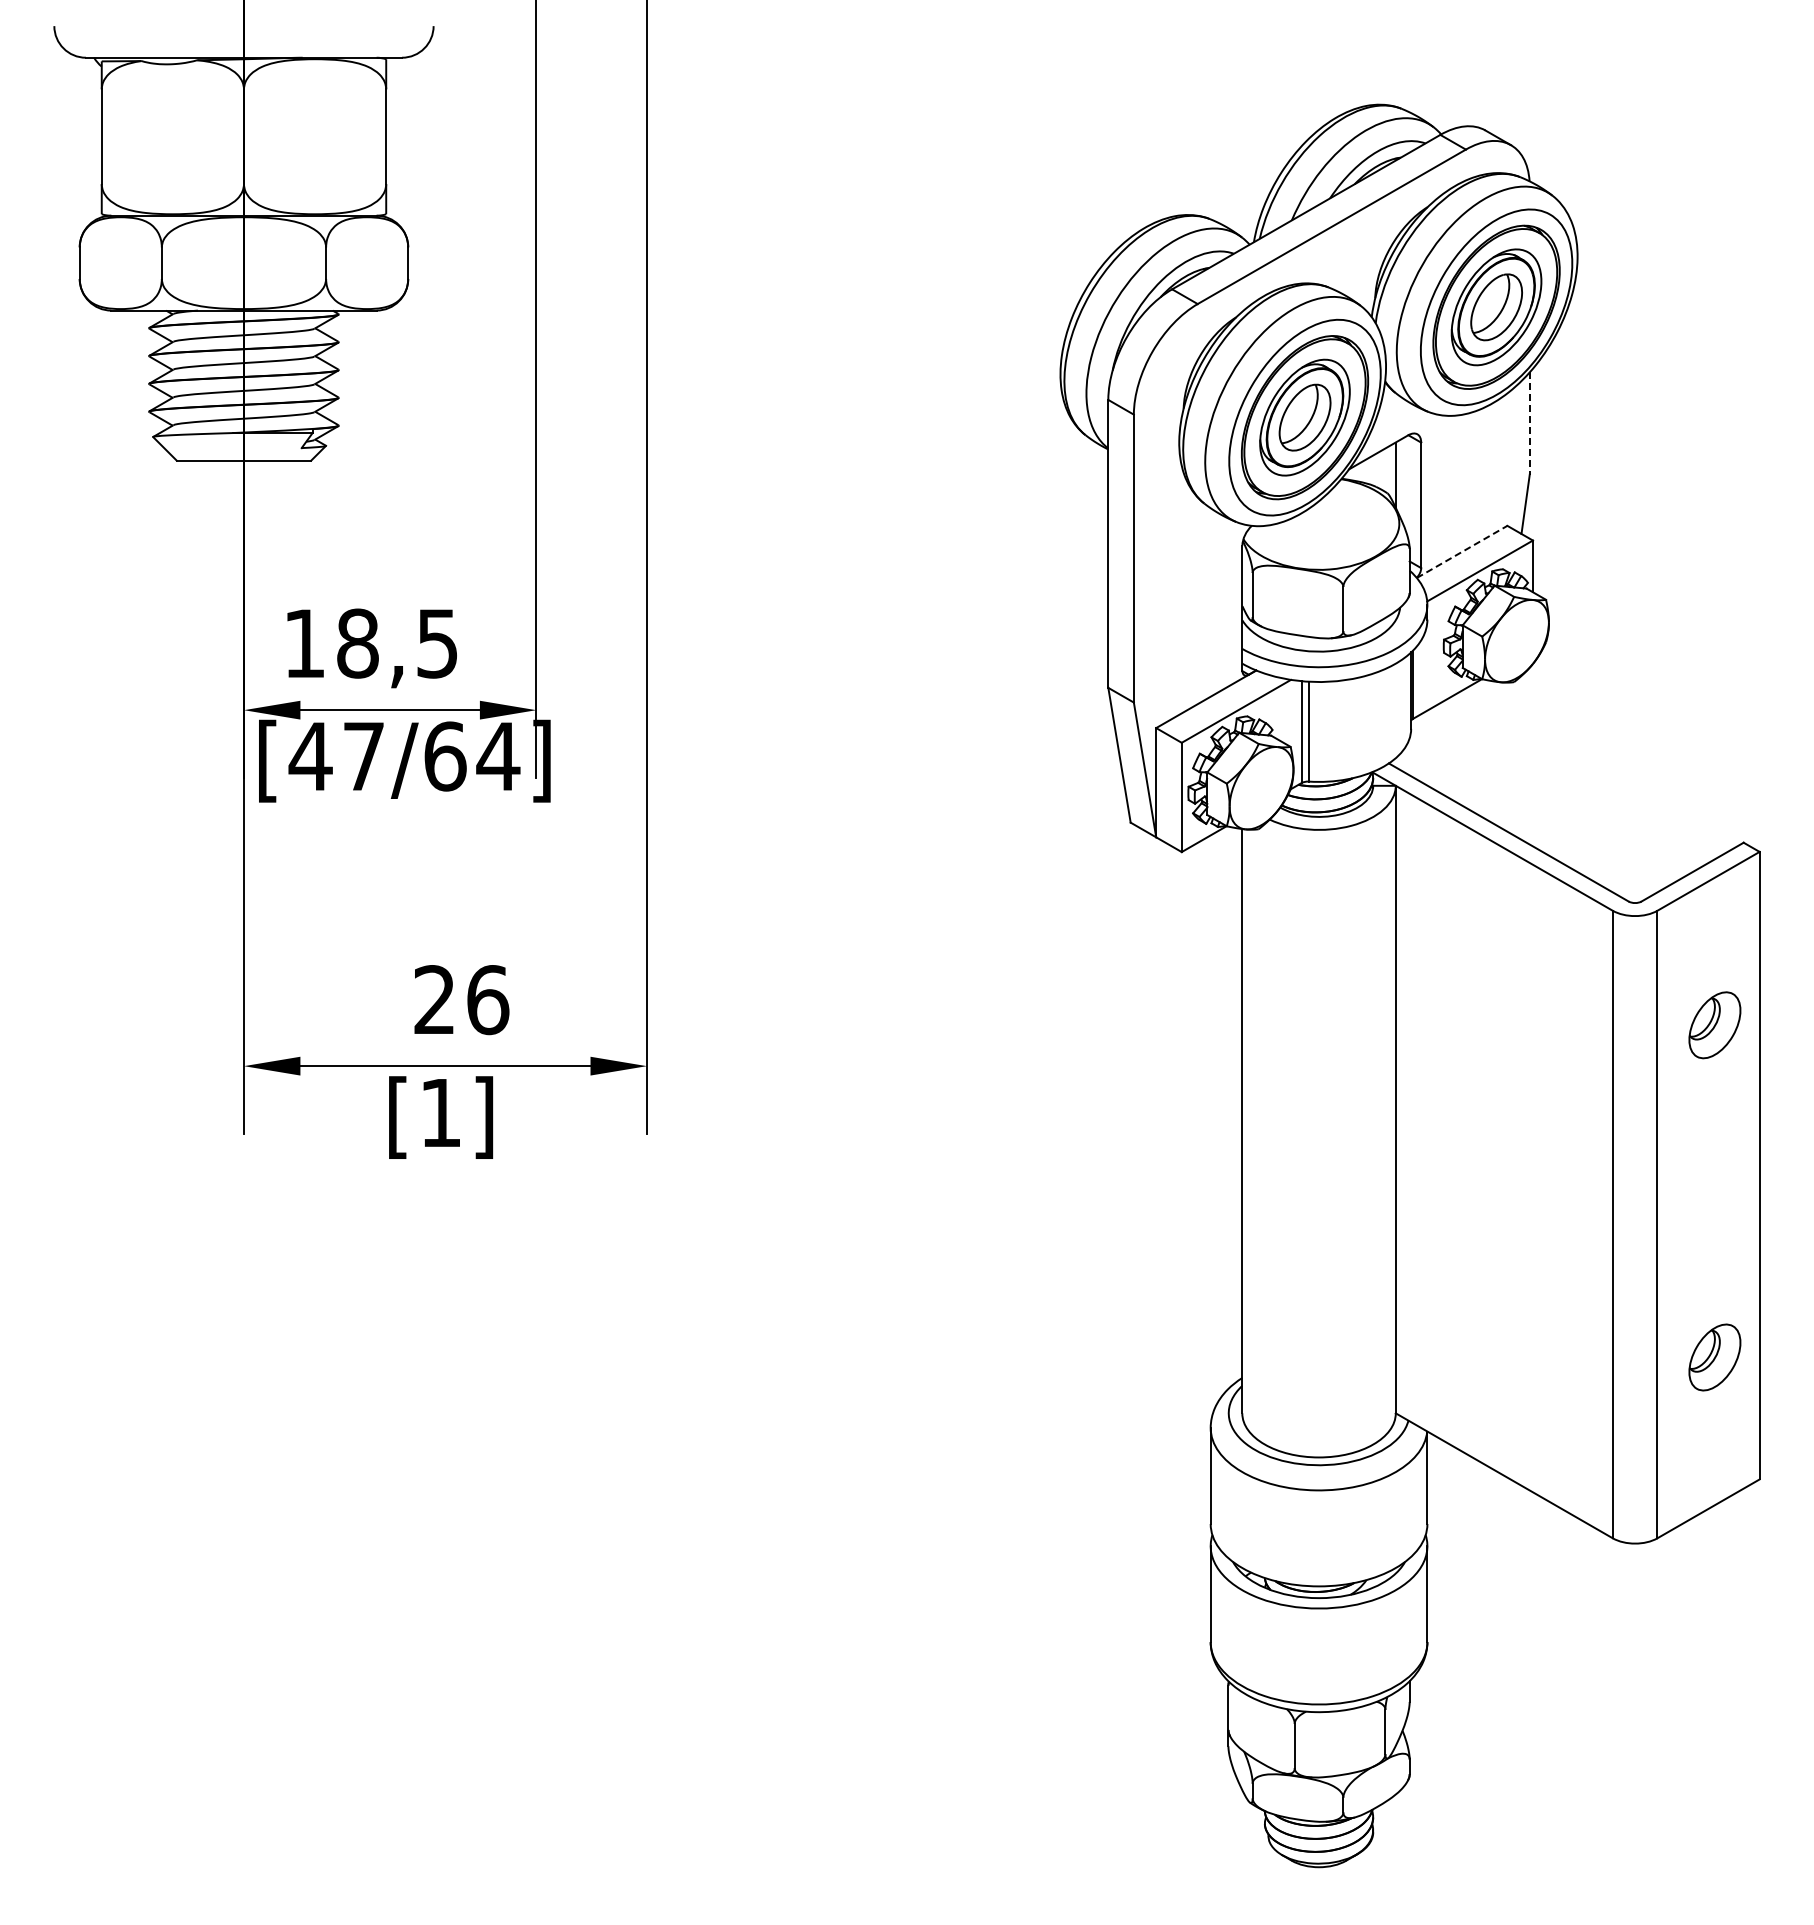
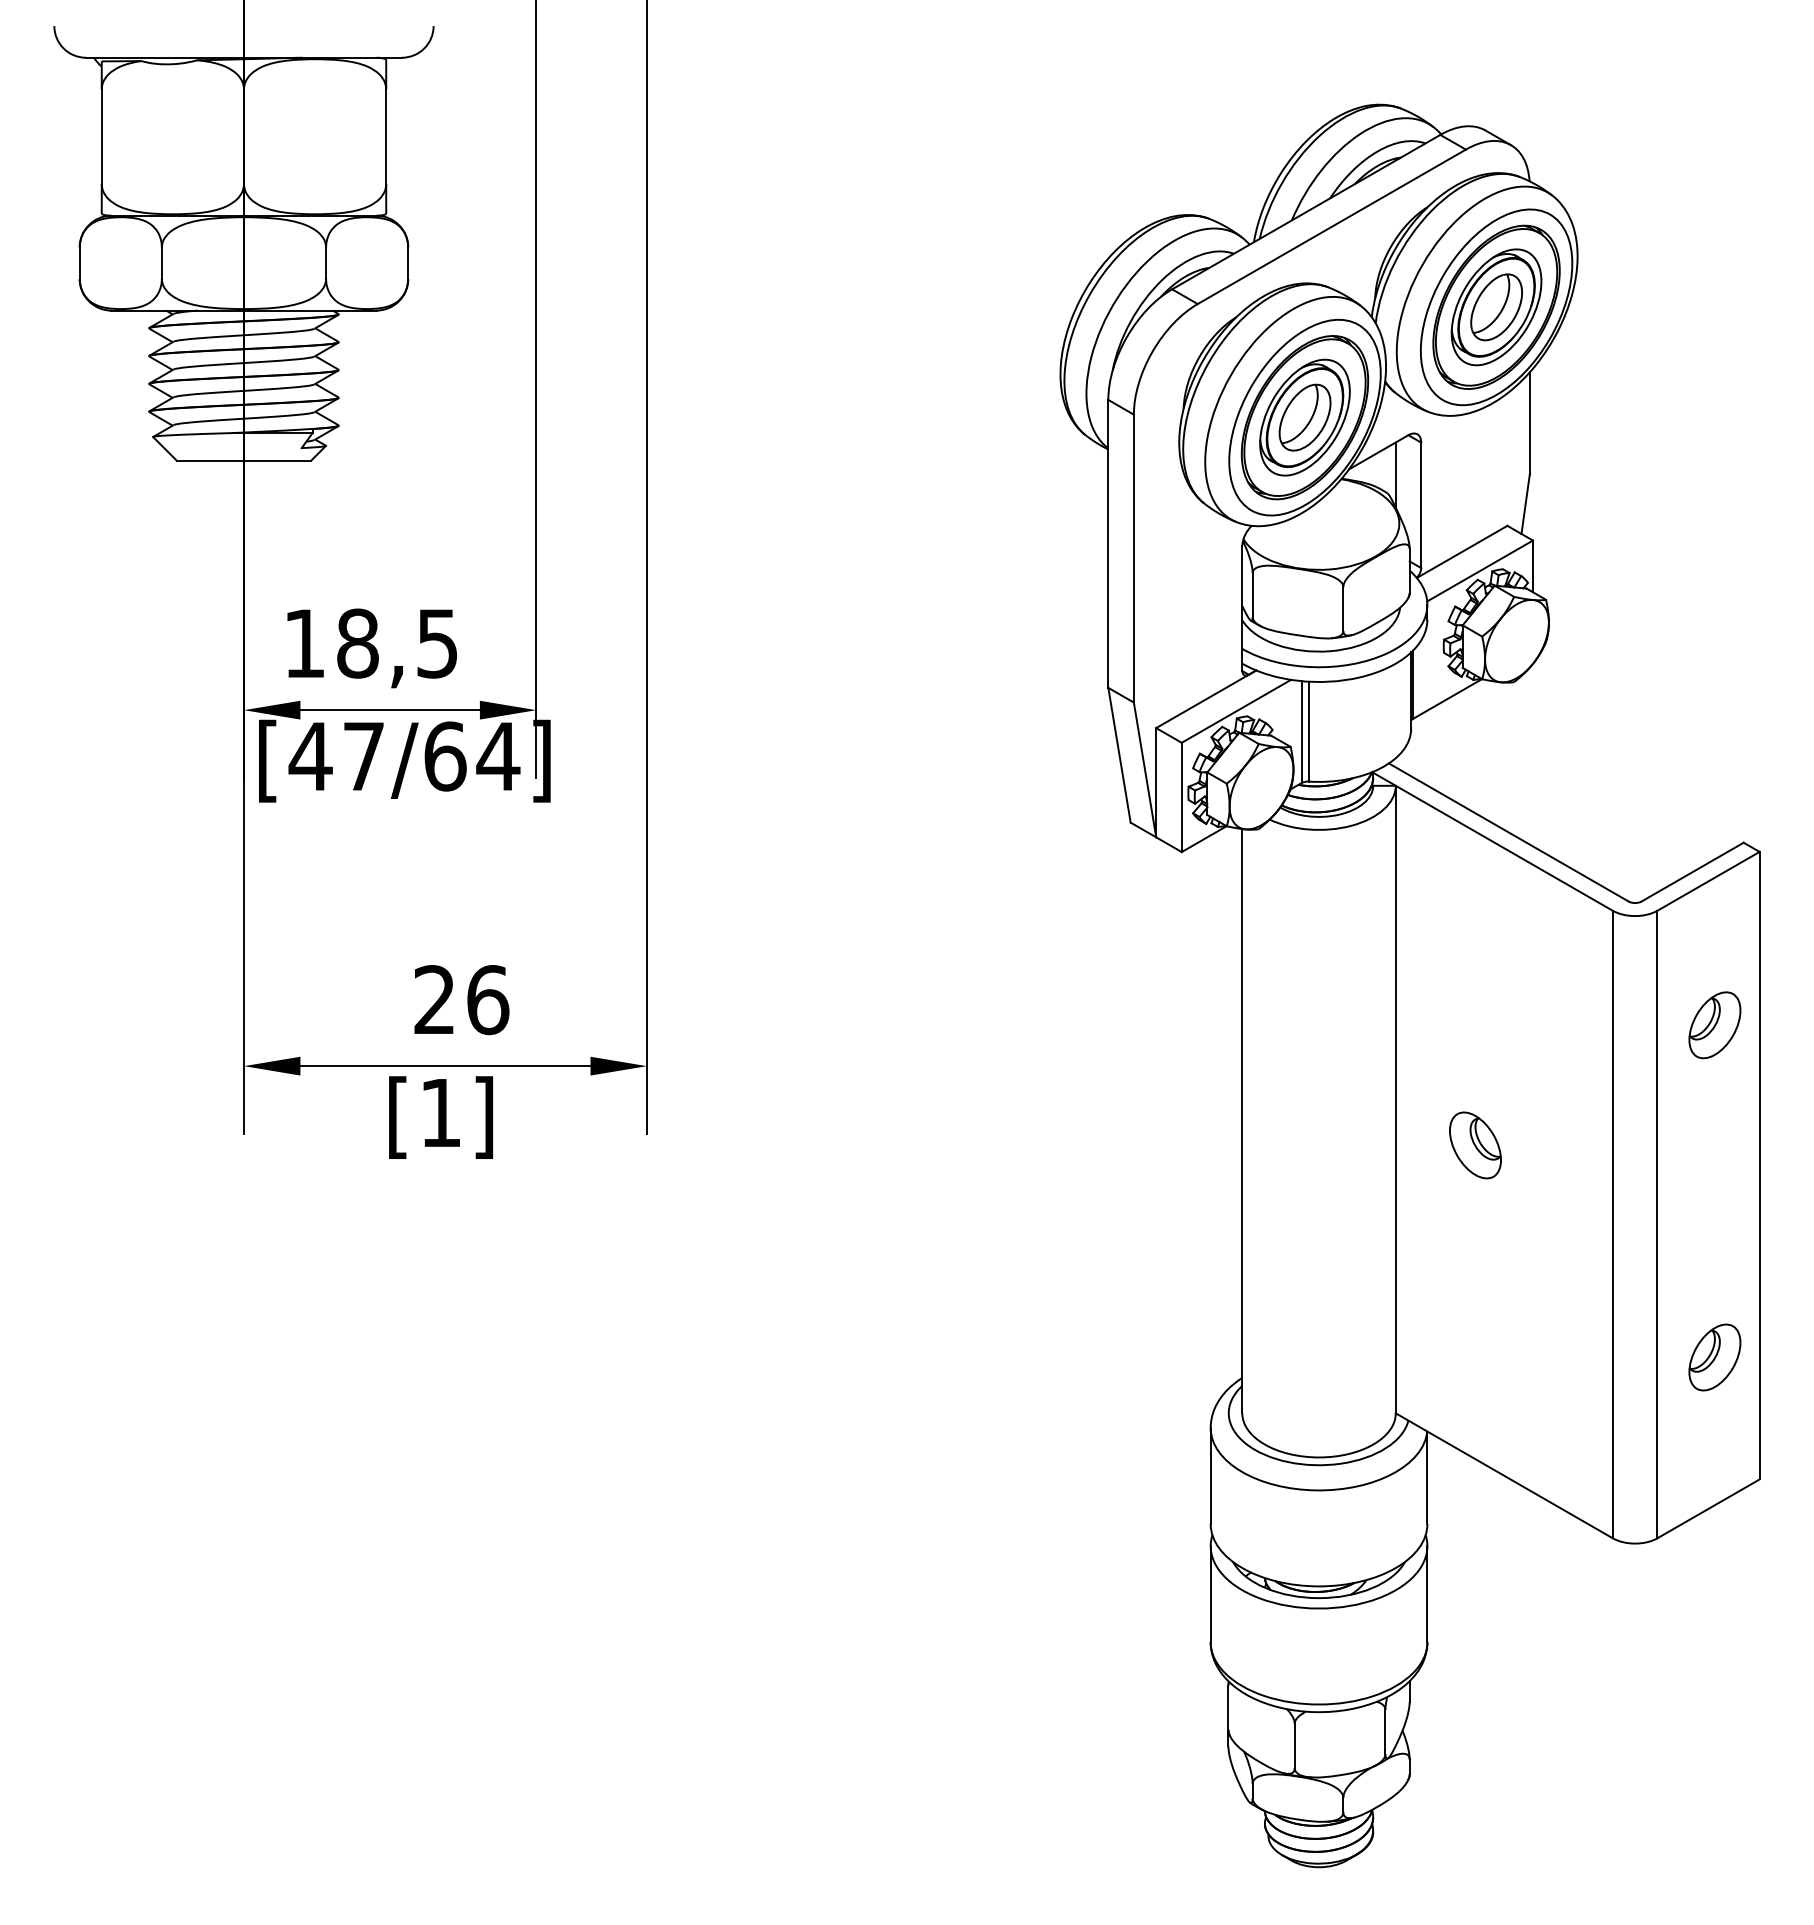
line at (1529, 424): dashed -> solid
line at (1462, 551): dashed -> solid
part at (1475, 1145): none -> present
